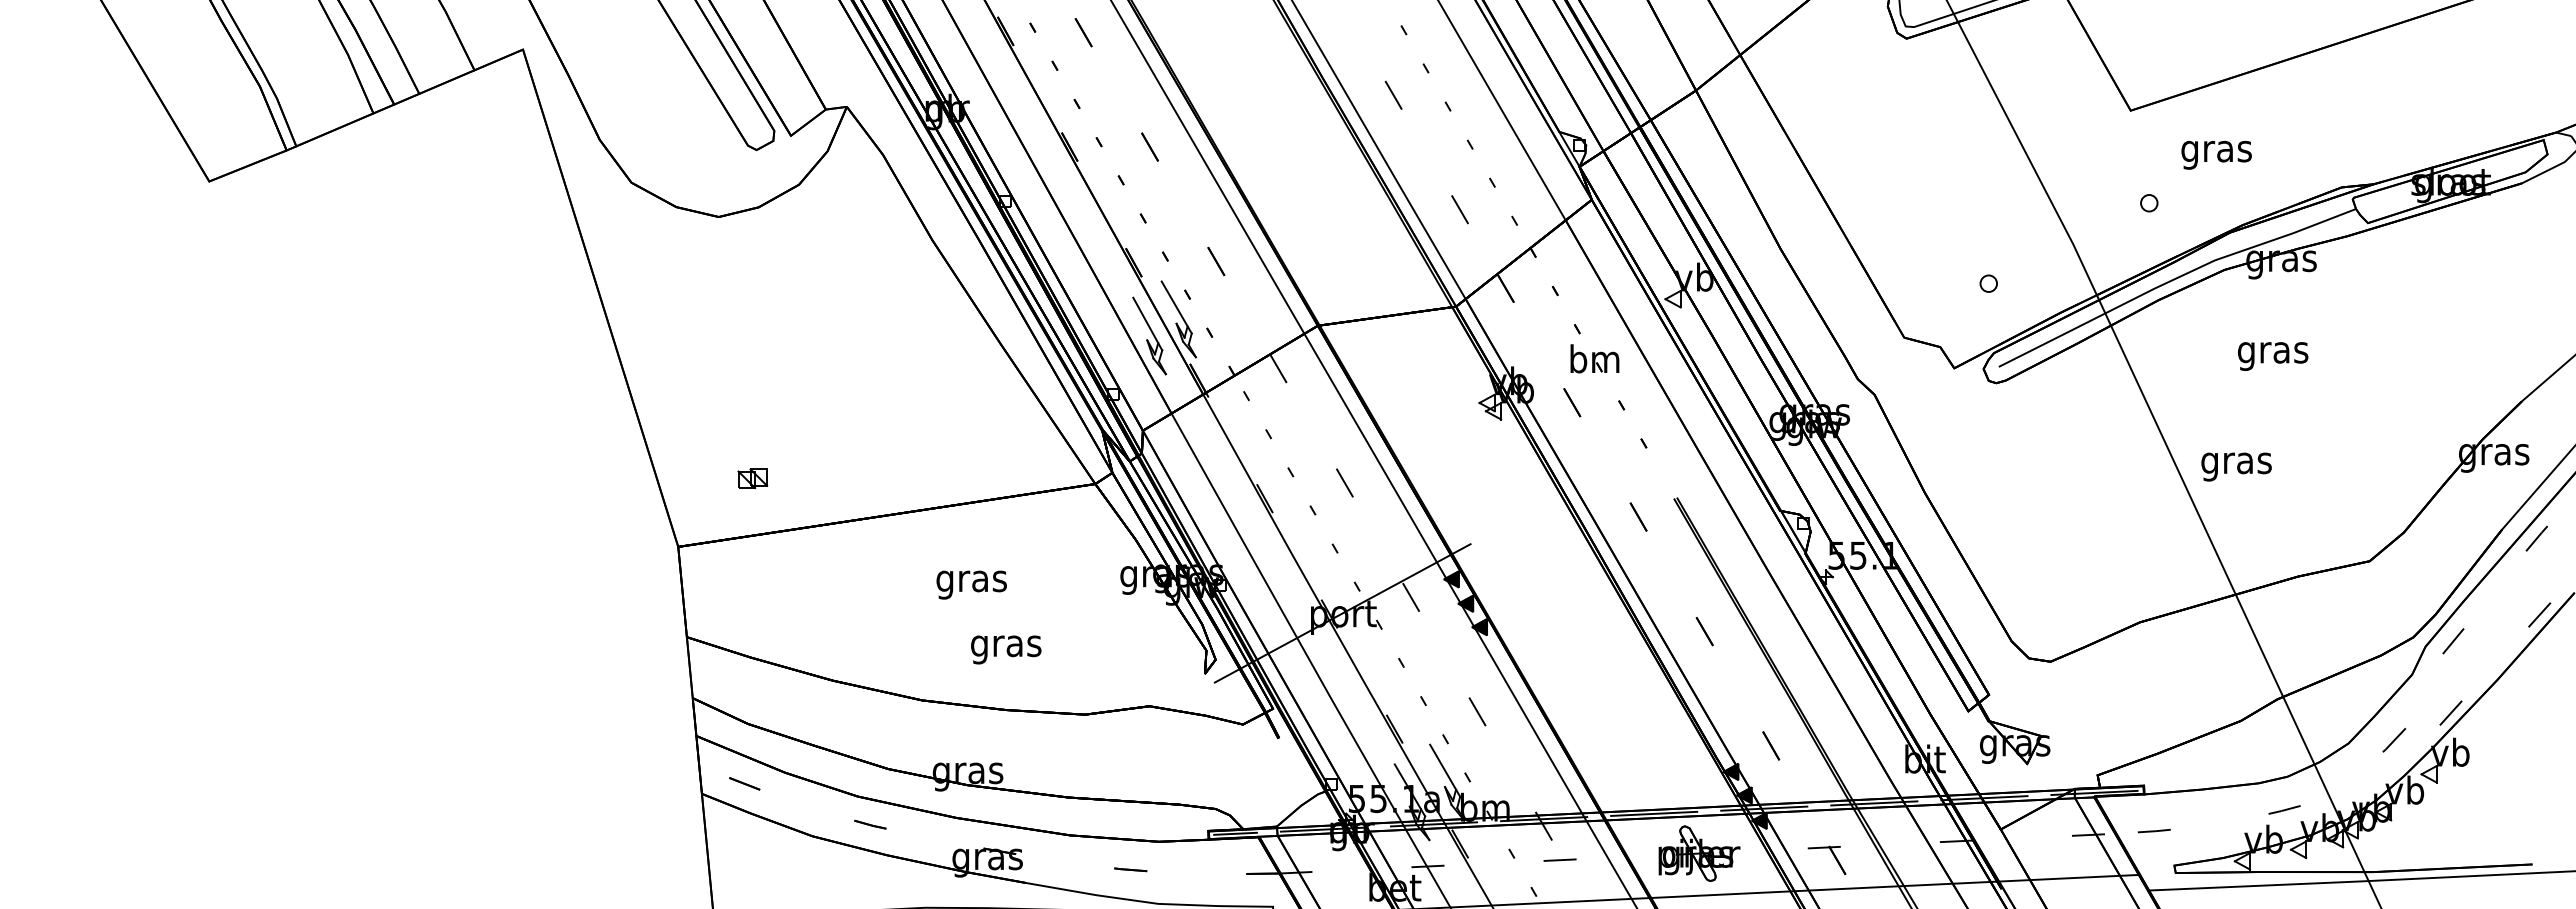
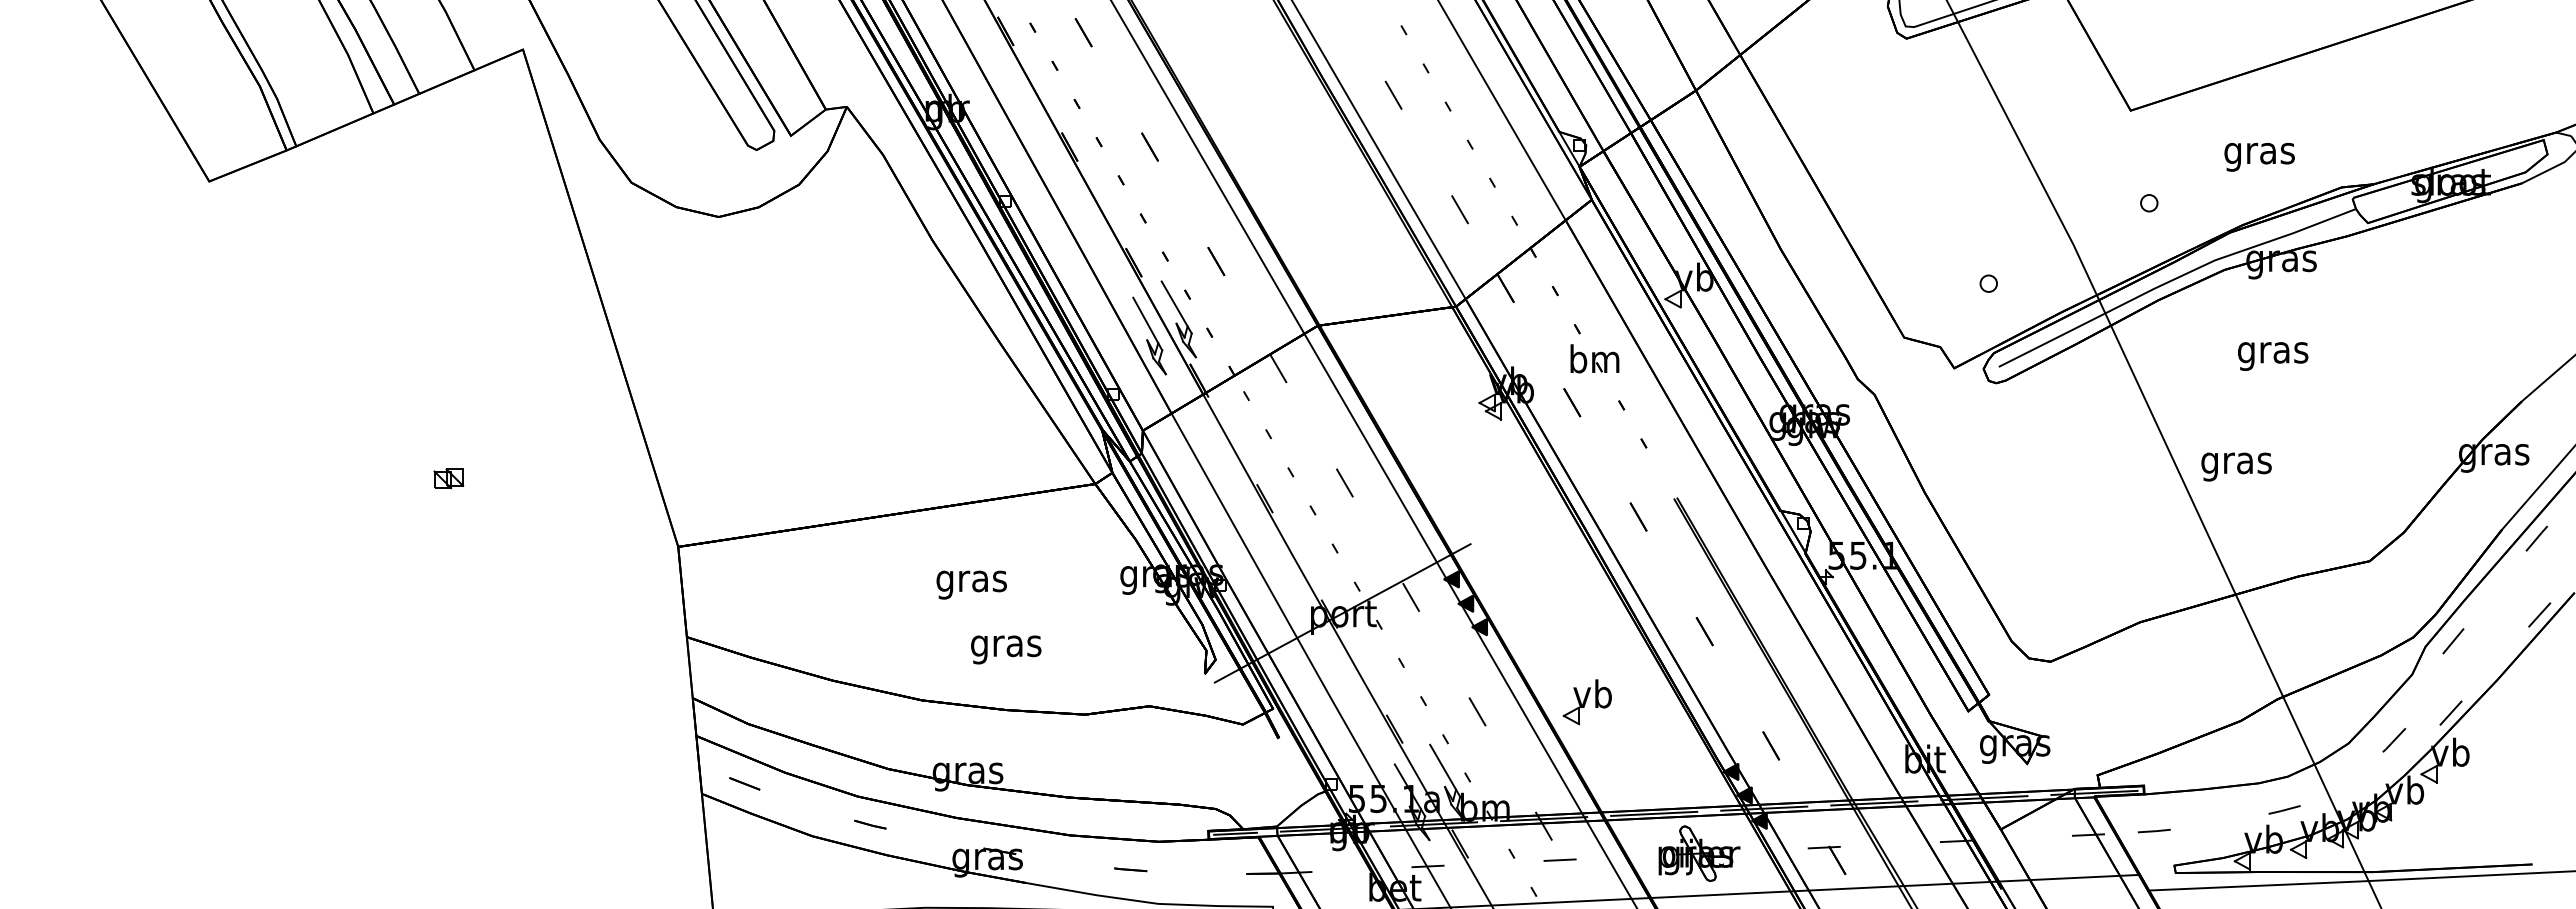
text at (2216, 154) position: (2216, 154) -> (2259, 156)
part at (752, 478) position: (752, 478) -> (448, 478)
part at (1586, 702): none -> present
